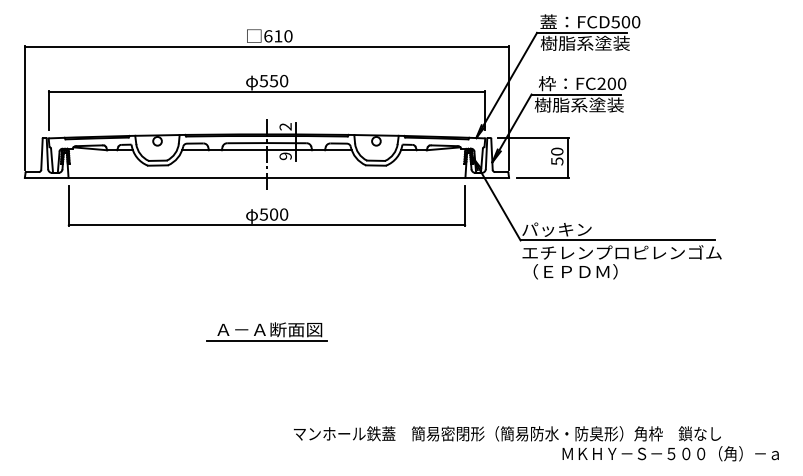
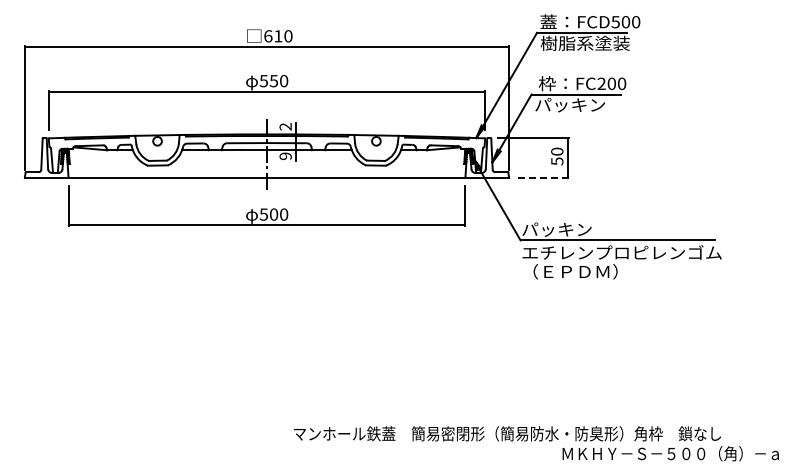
text at (578, 104): 樹脂系塗装 -> パッキン
line at (542, 177): solid -> dashed
part at (266, 331): present -> none
